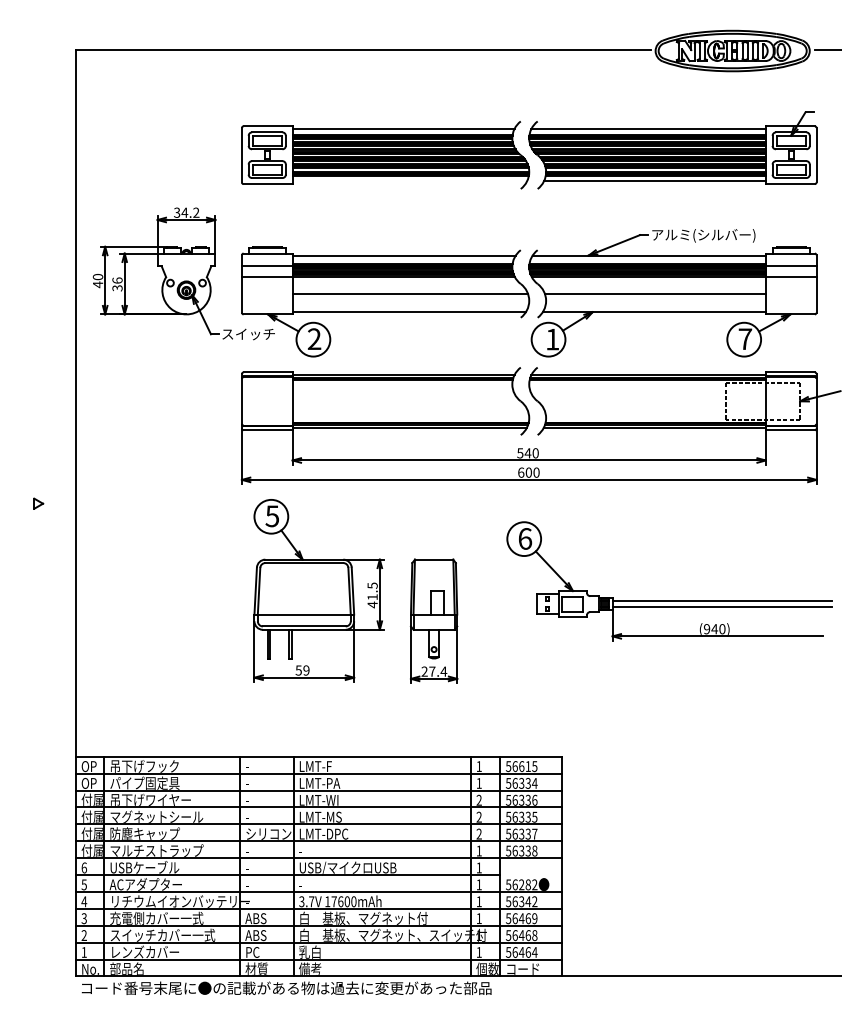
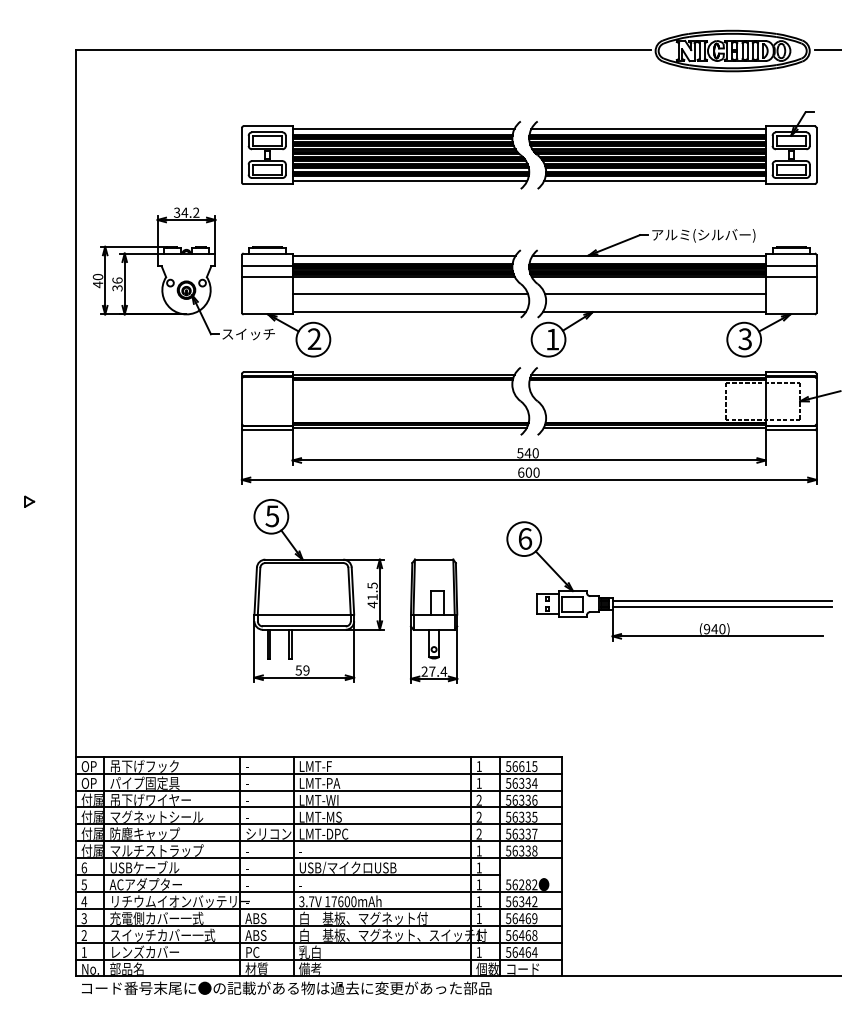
line at (409, 181): none -> present
text at (745, 339): 7 -> 3
part at (38, 503) position: (38, 503) -> (29, 501)
